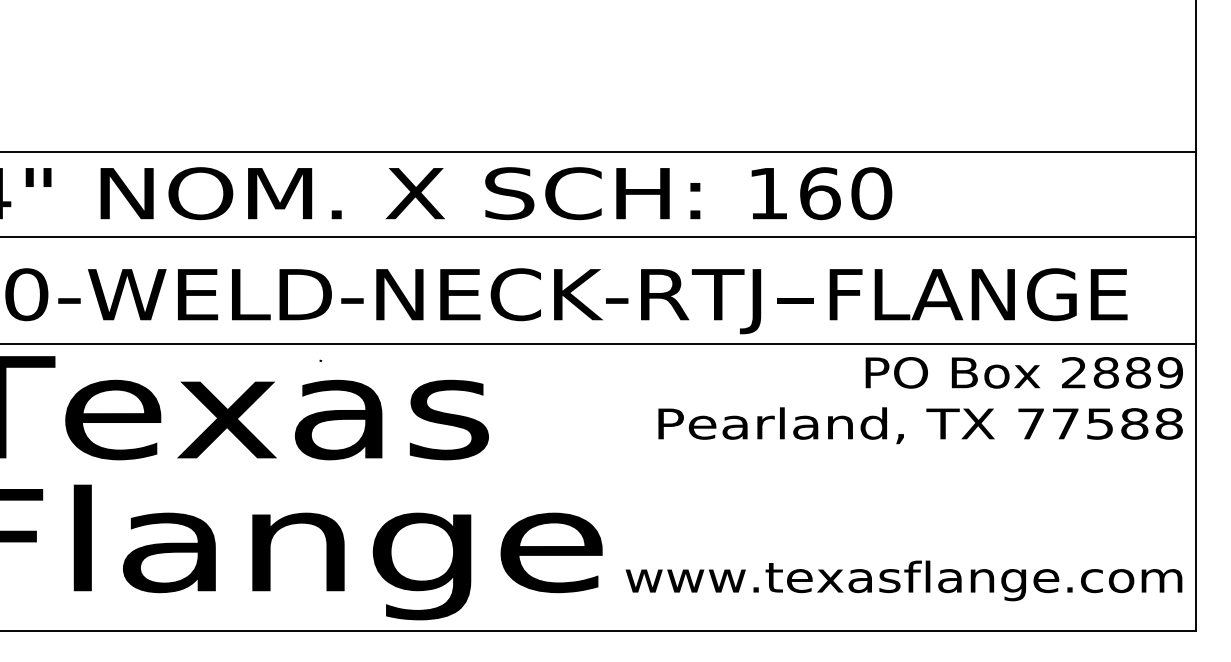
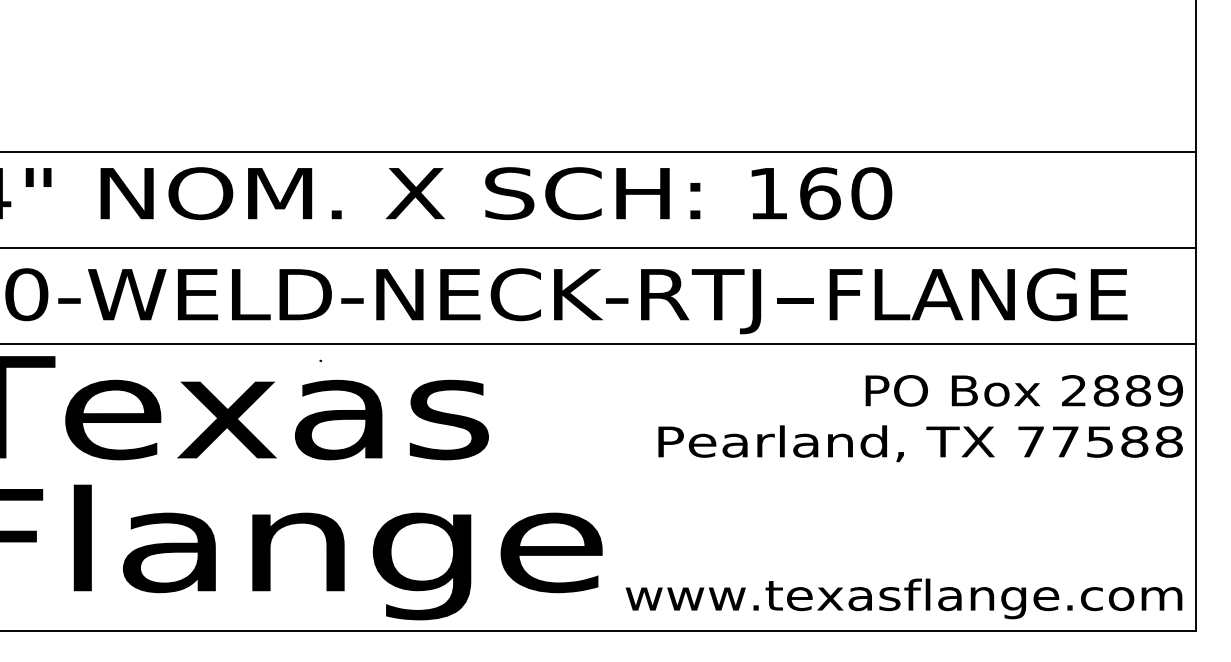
line at (599, 236) position: (599, 236) -> (599, 247)
text at (903, 479) position: (903, 479) -> (903, 497)
